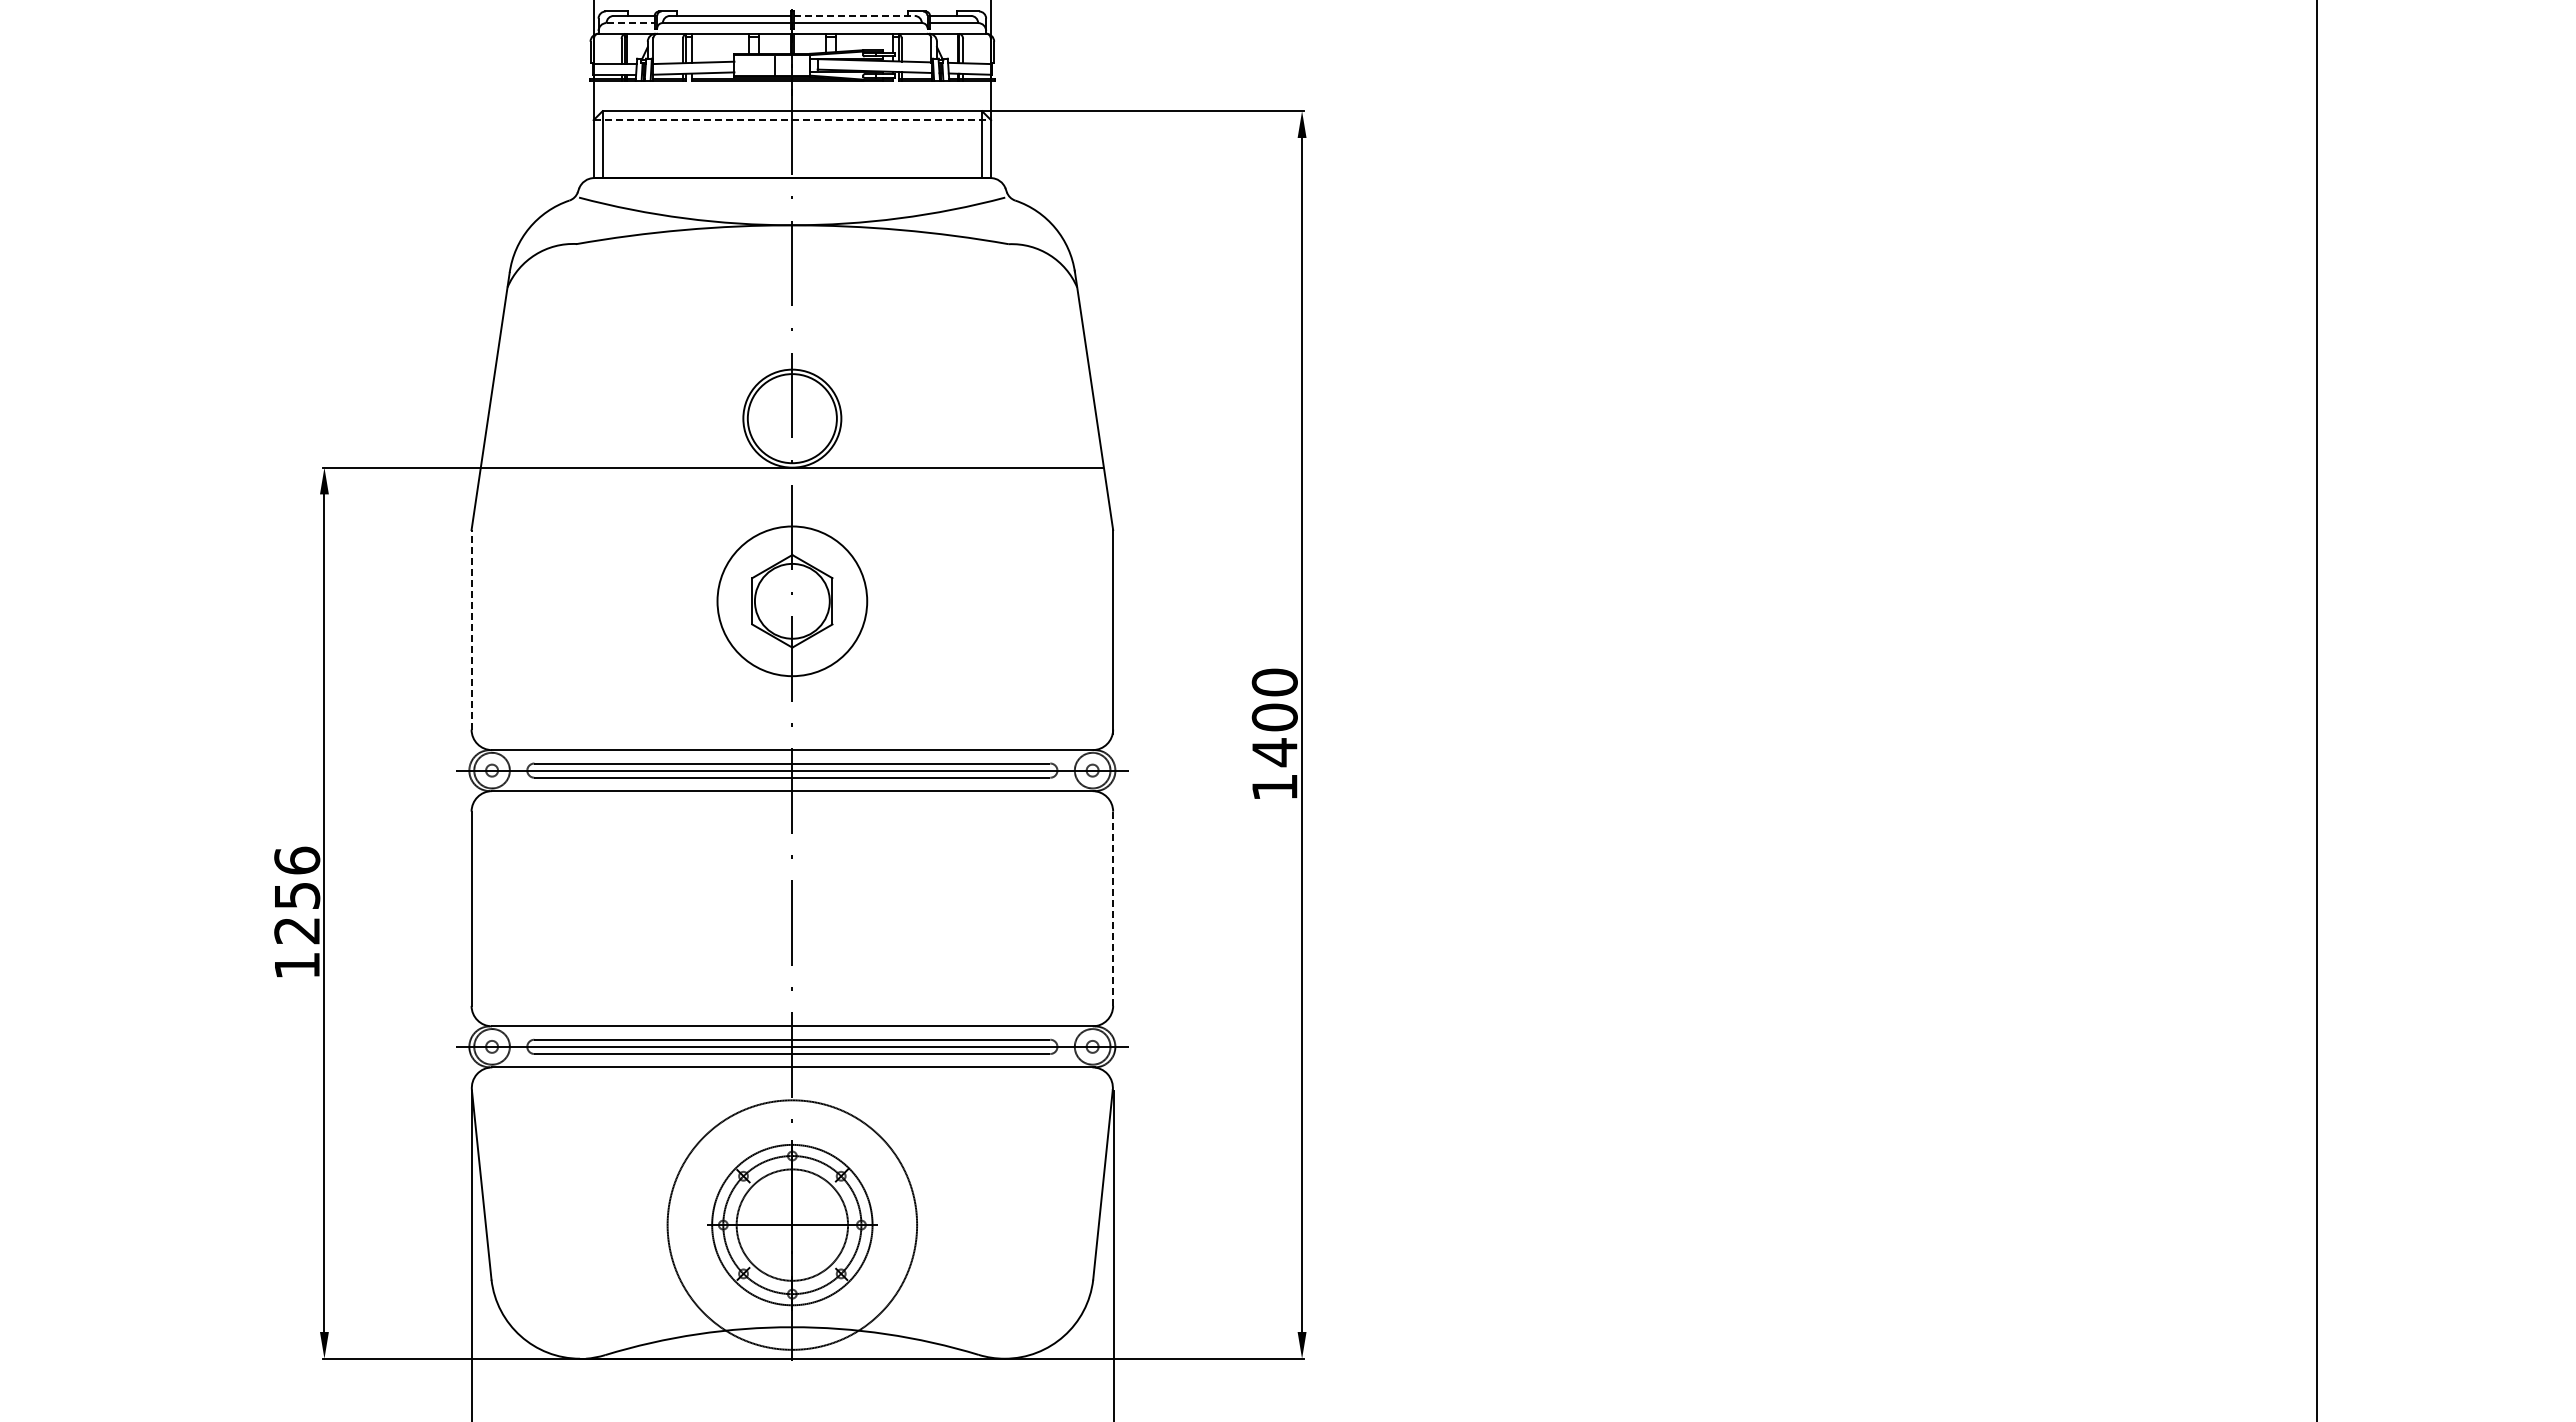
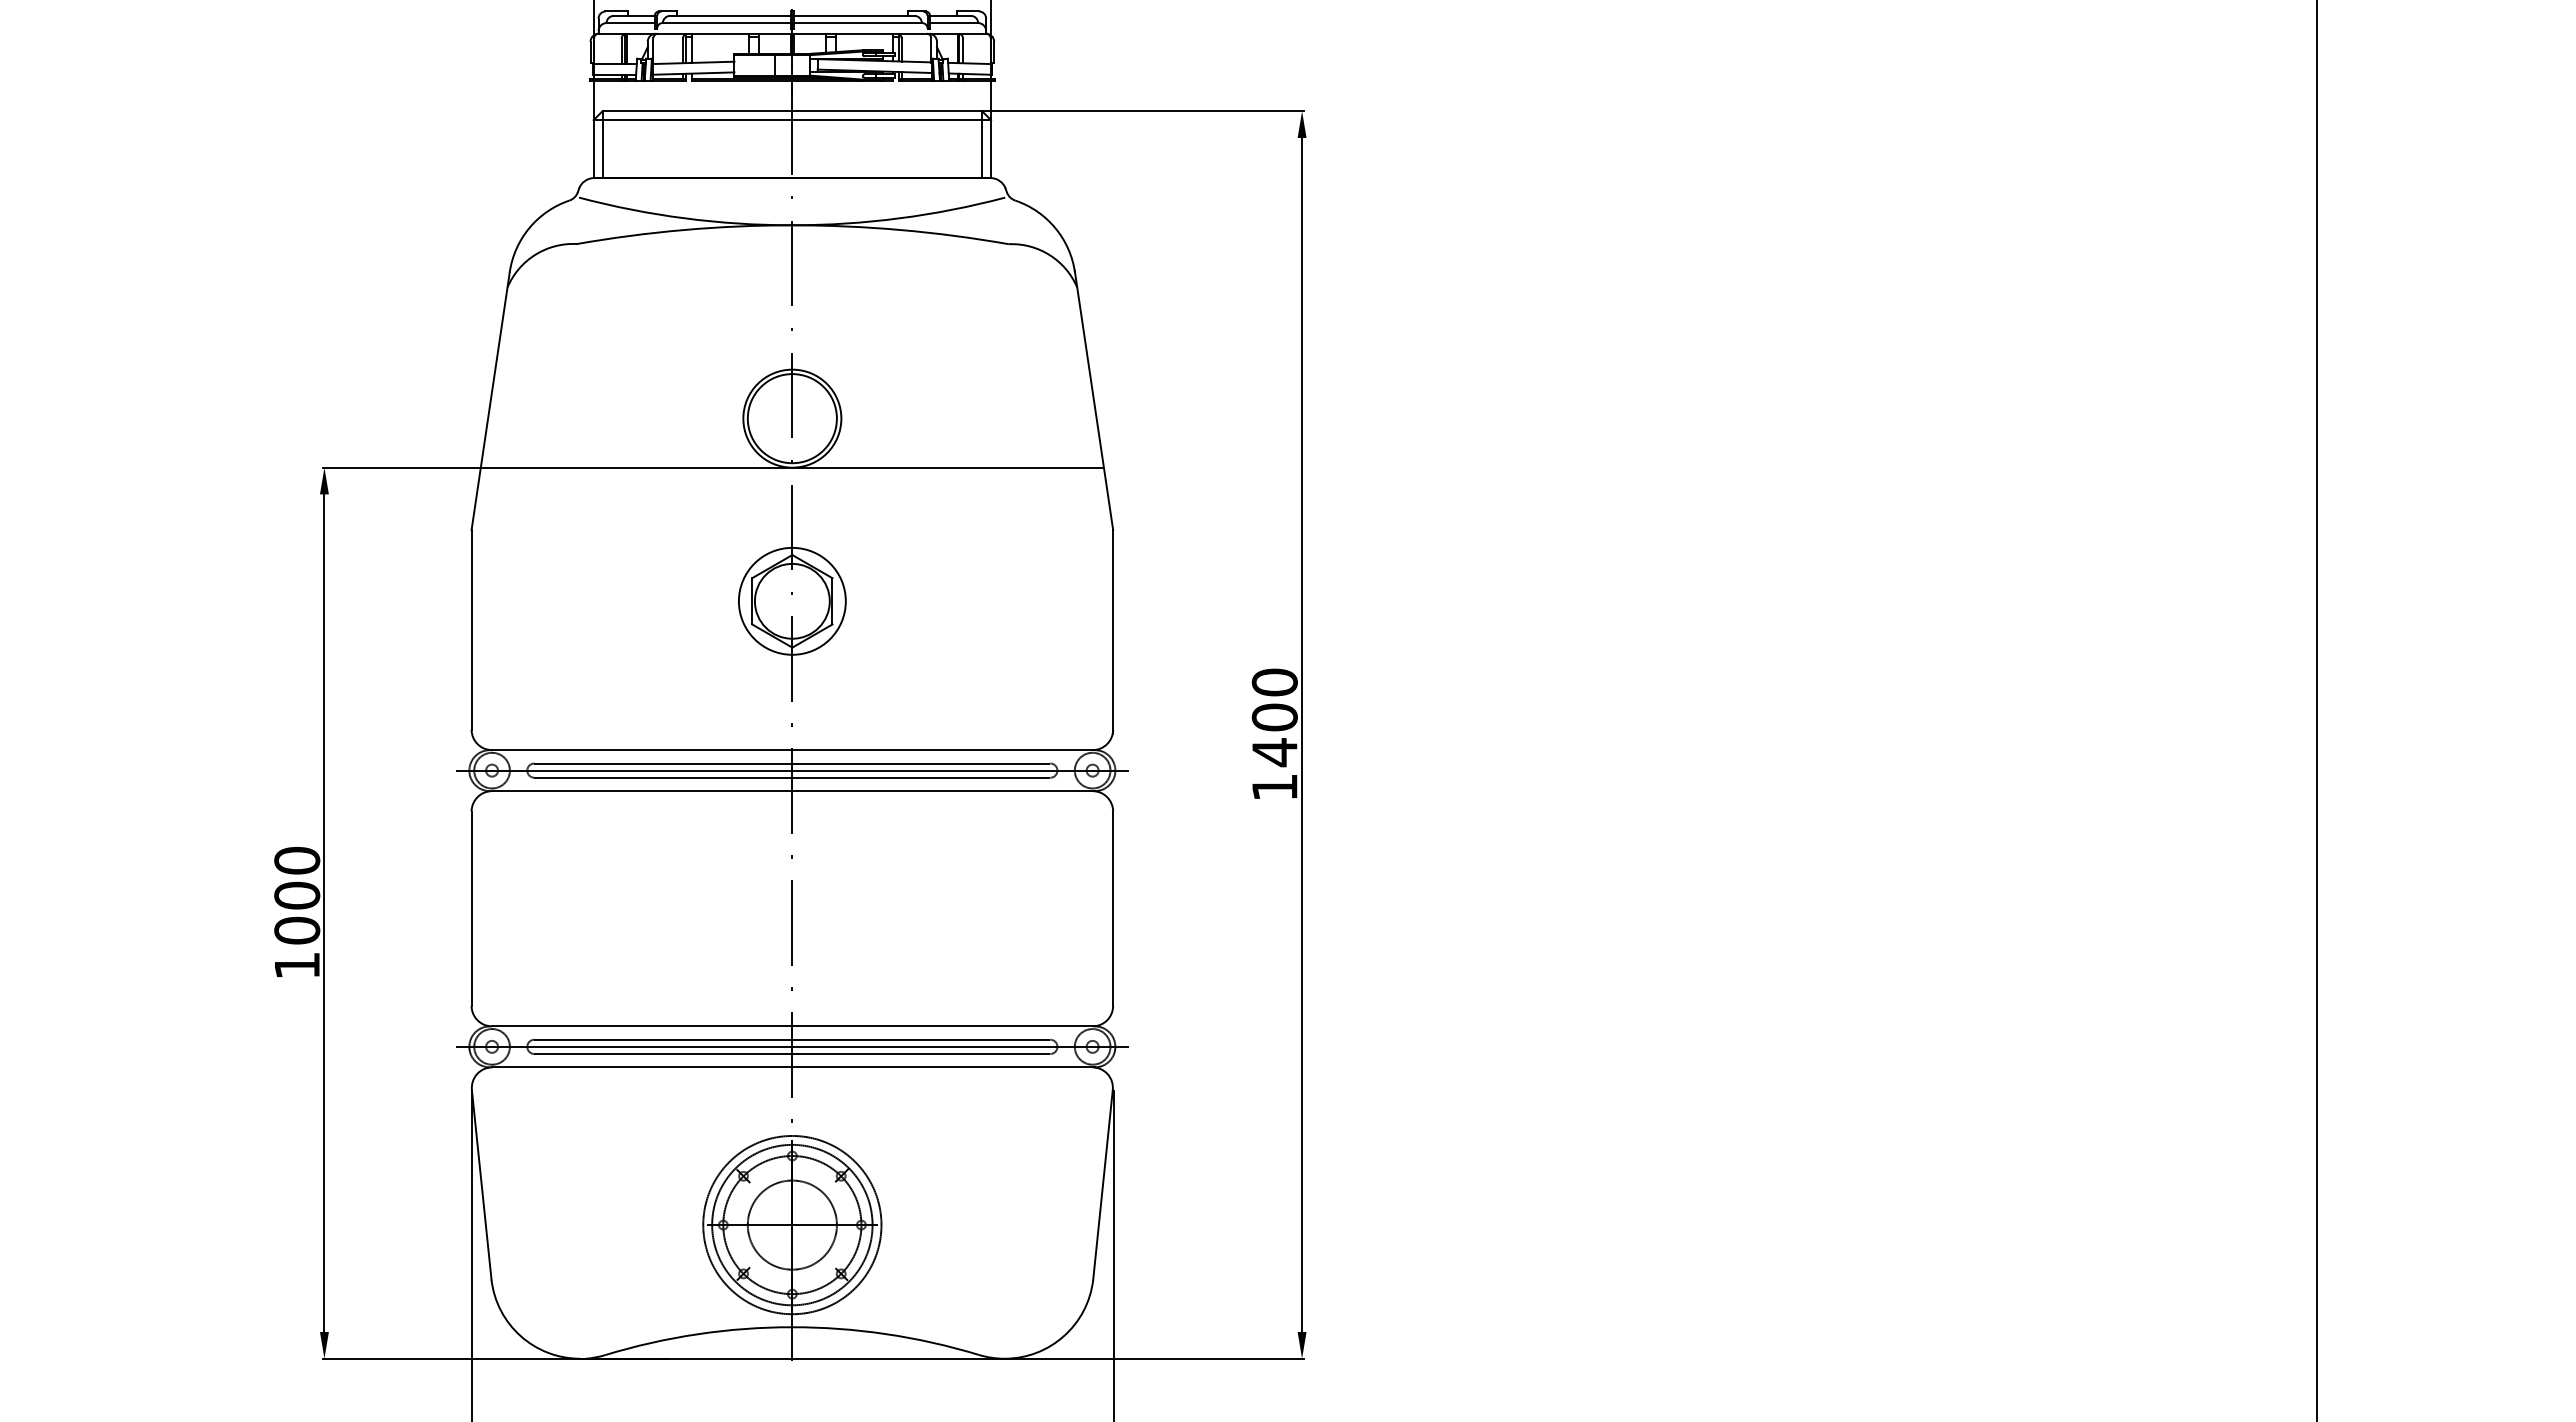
line at (854, 15): dashed -> solid
line at (631, 23): dashed -> solid
line at (792, 120): dashed -> solid
circle at (792, 601) diameter: 150 px -> 107 px
line at (471, 629): dashed -> solid
text at (297, 895): 1256 -> 1000
line at (1113, 908): dashed -> solid
circle at (792, 1224) diameter: 111 px -> 89 px
circle at (792, 1224) diameter: 249 px -> 178 px
